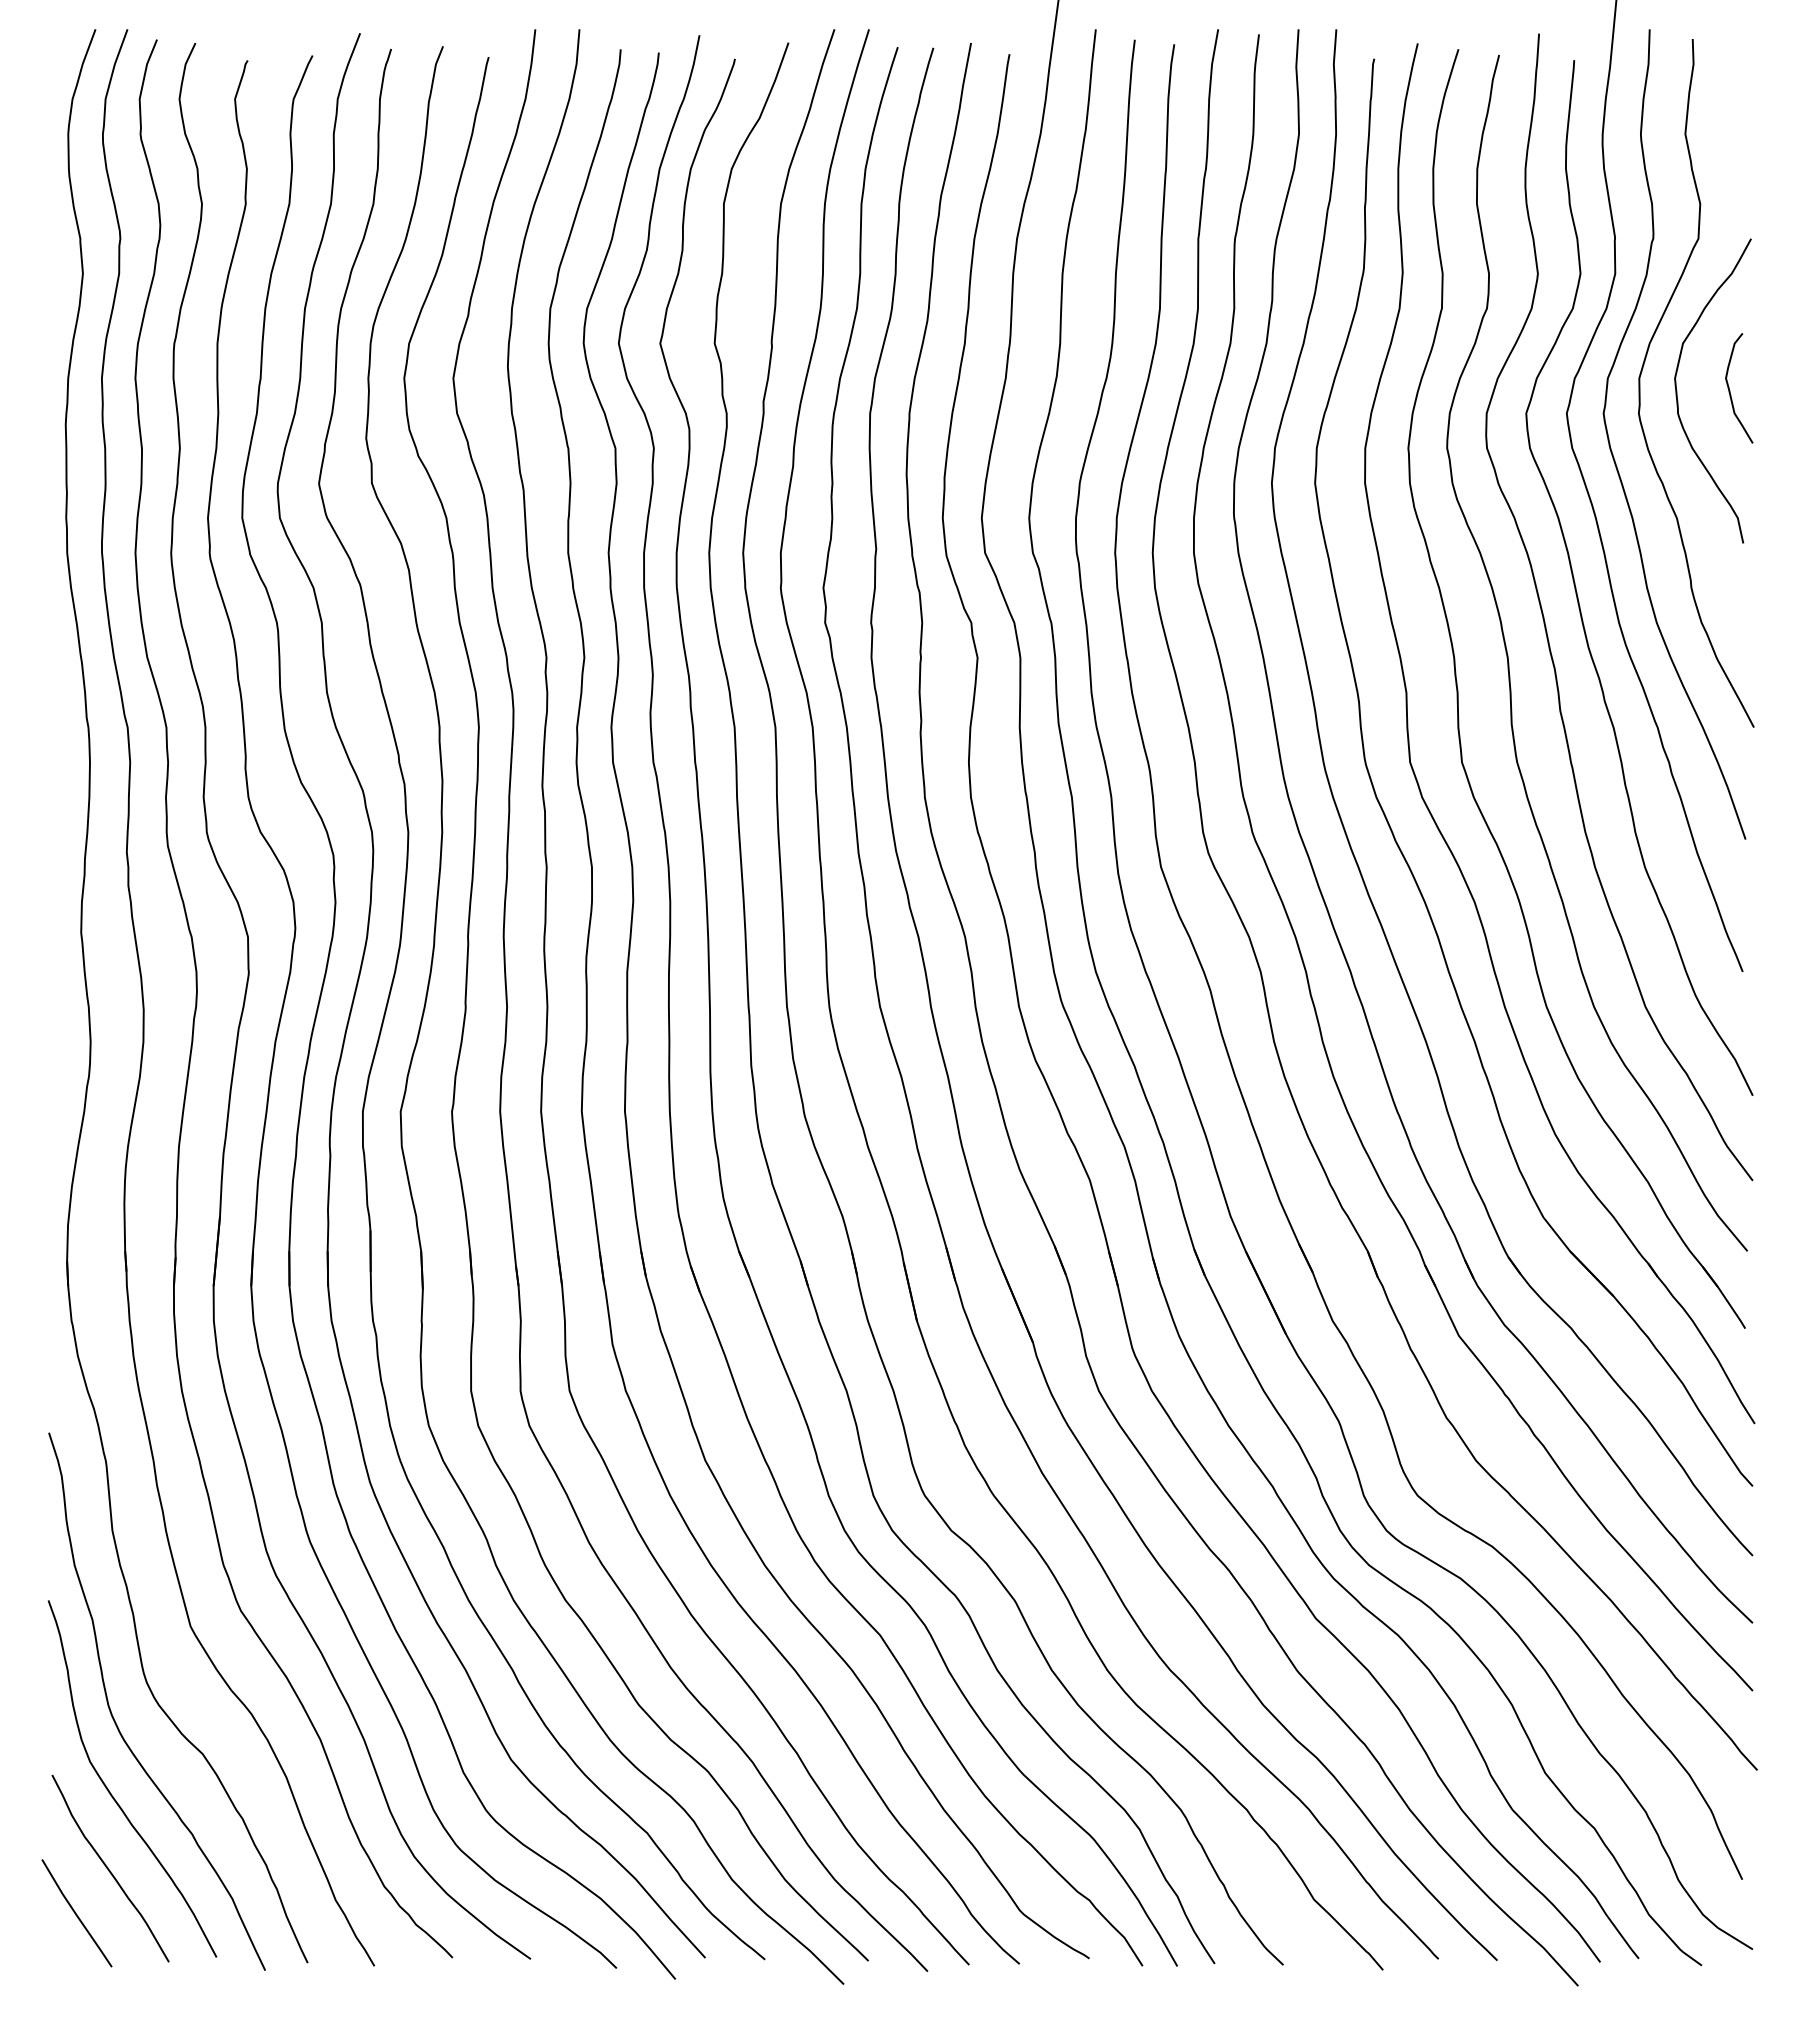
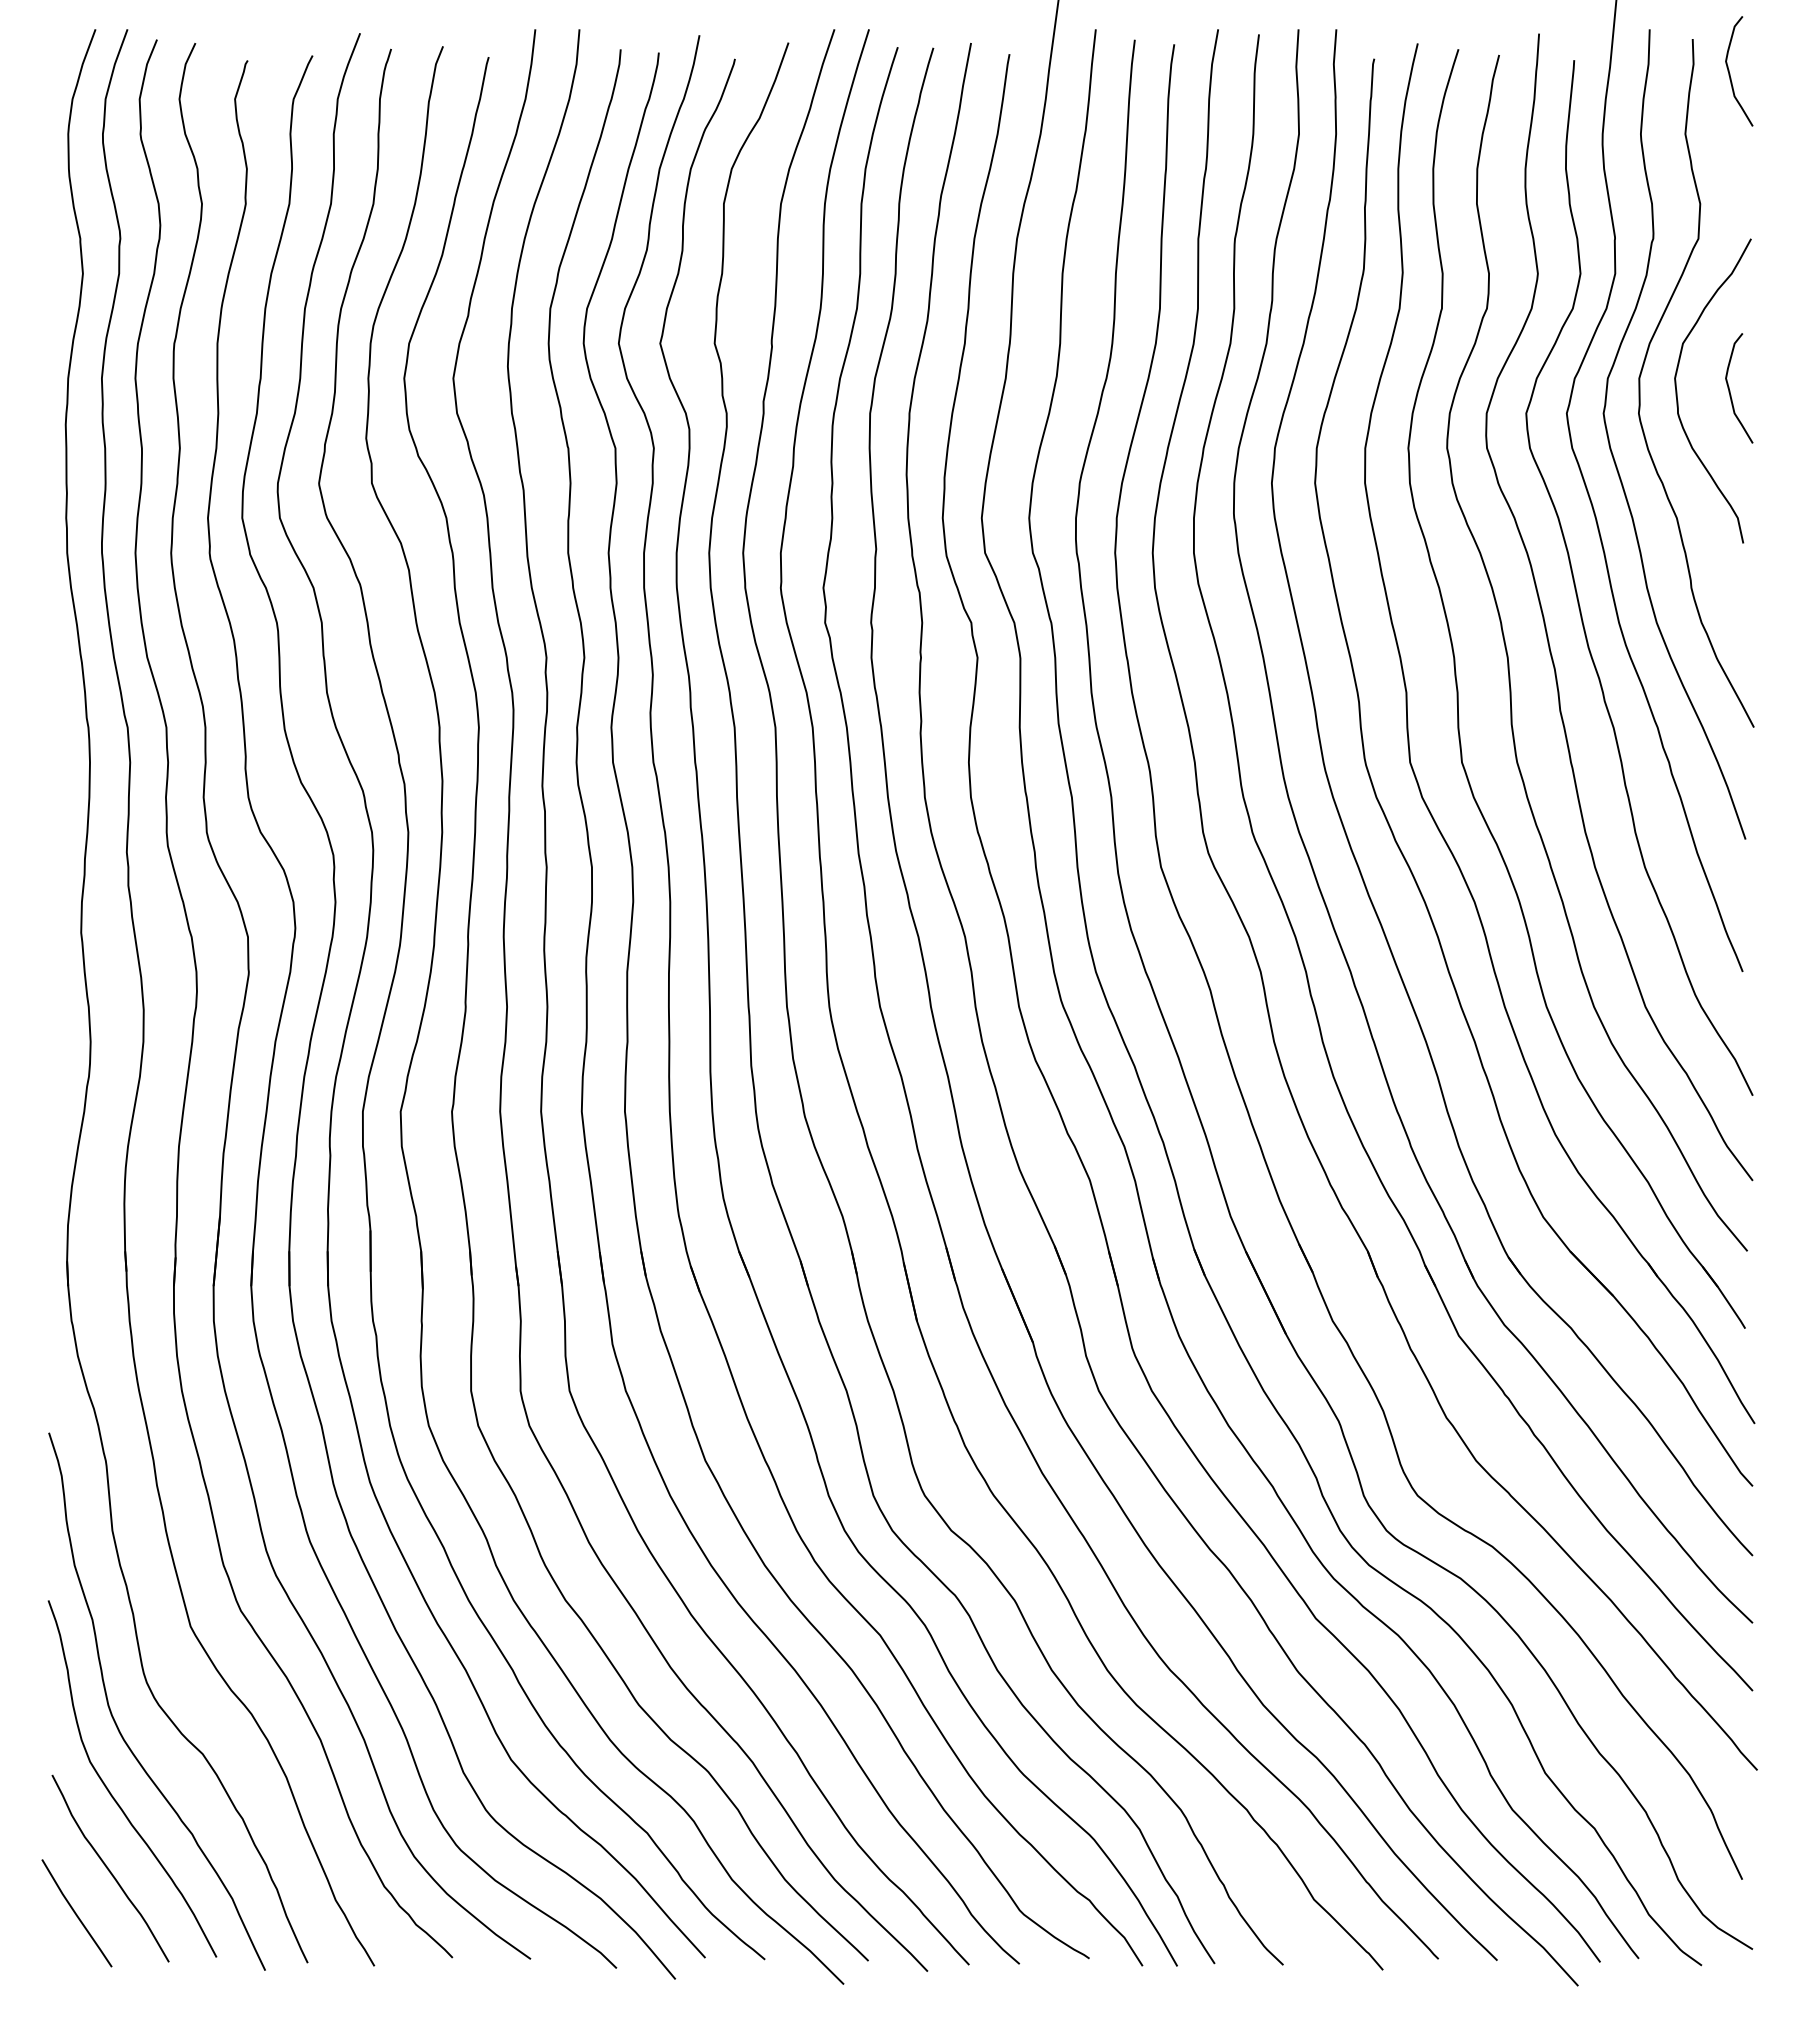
curve at (1730, 73): none -> present
